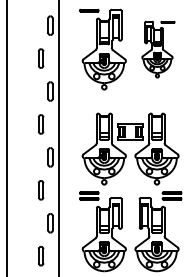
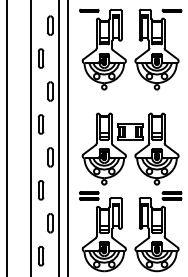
part at (158, 49) size: 35x59 px -> 49x83 px
line at (30, 137): none -> present
line at (67, 137): none -> present
